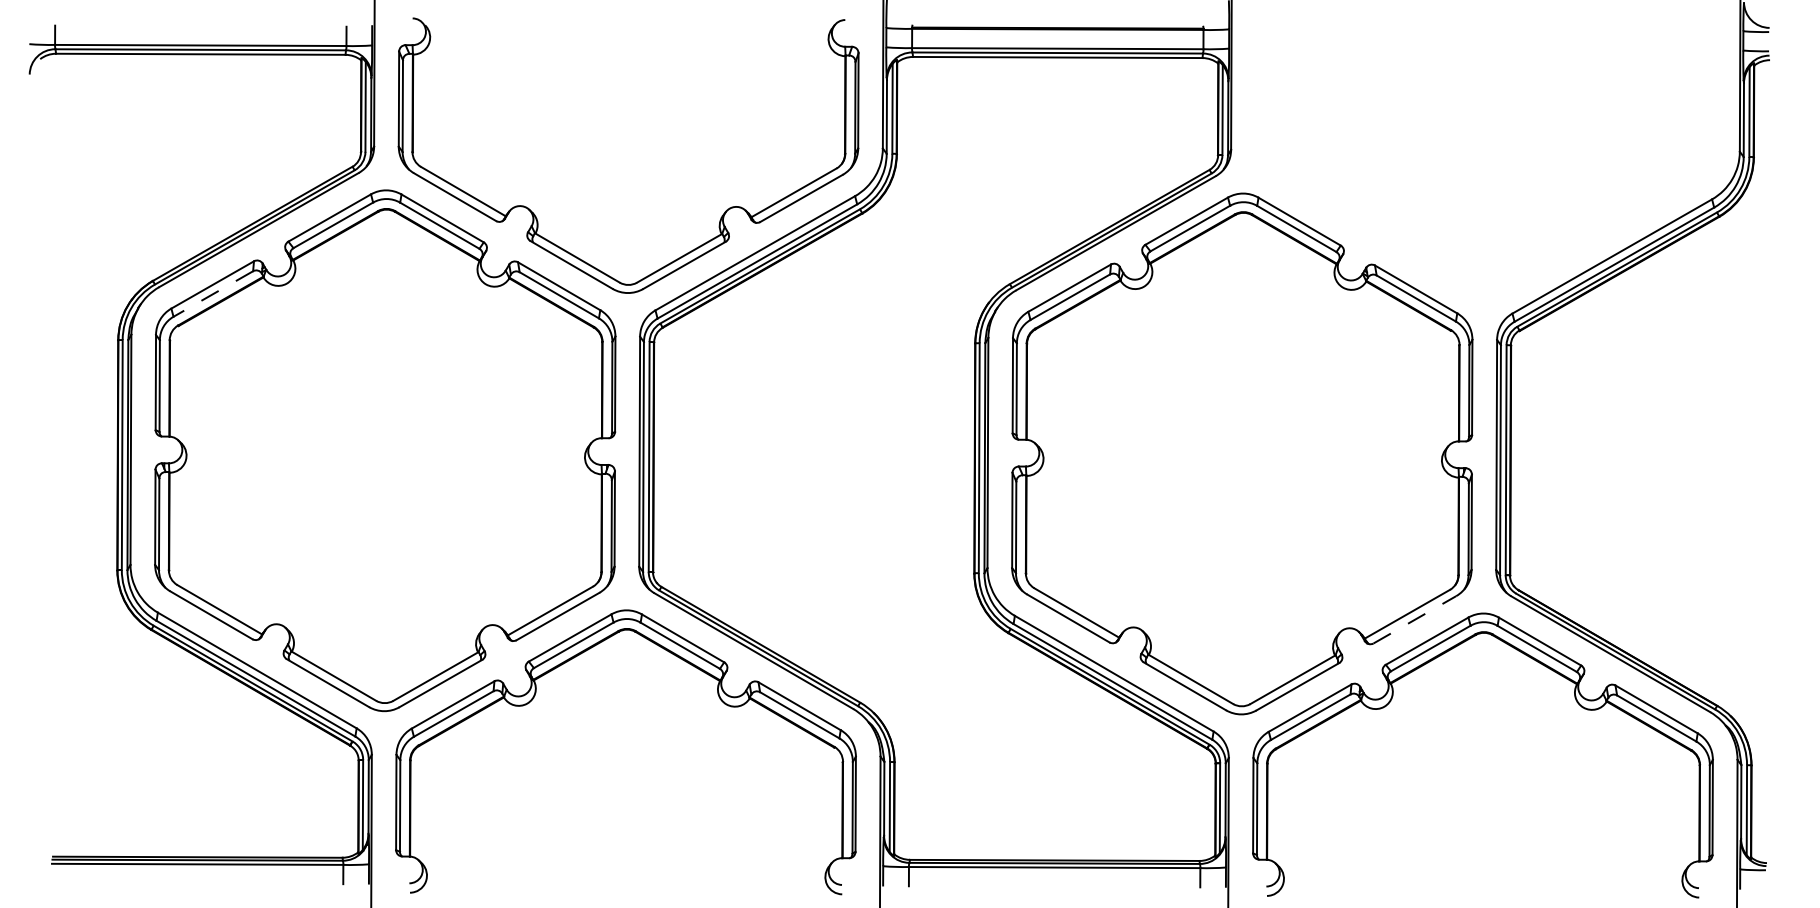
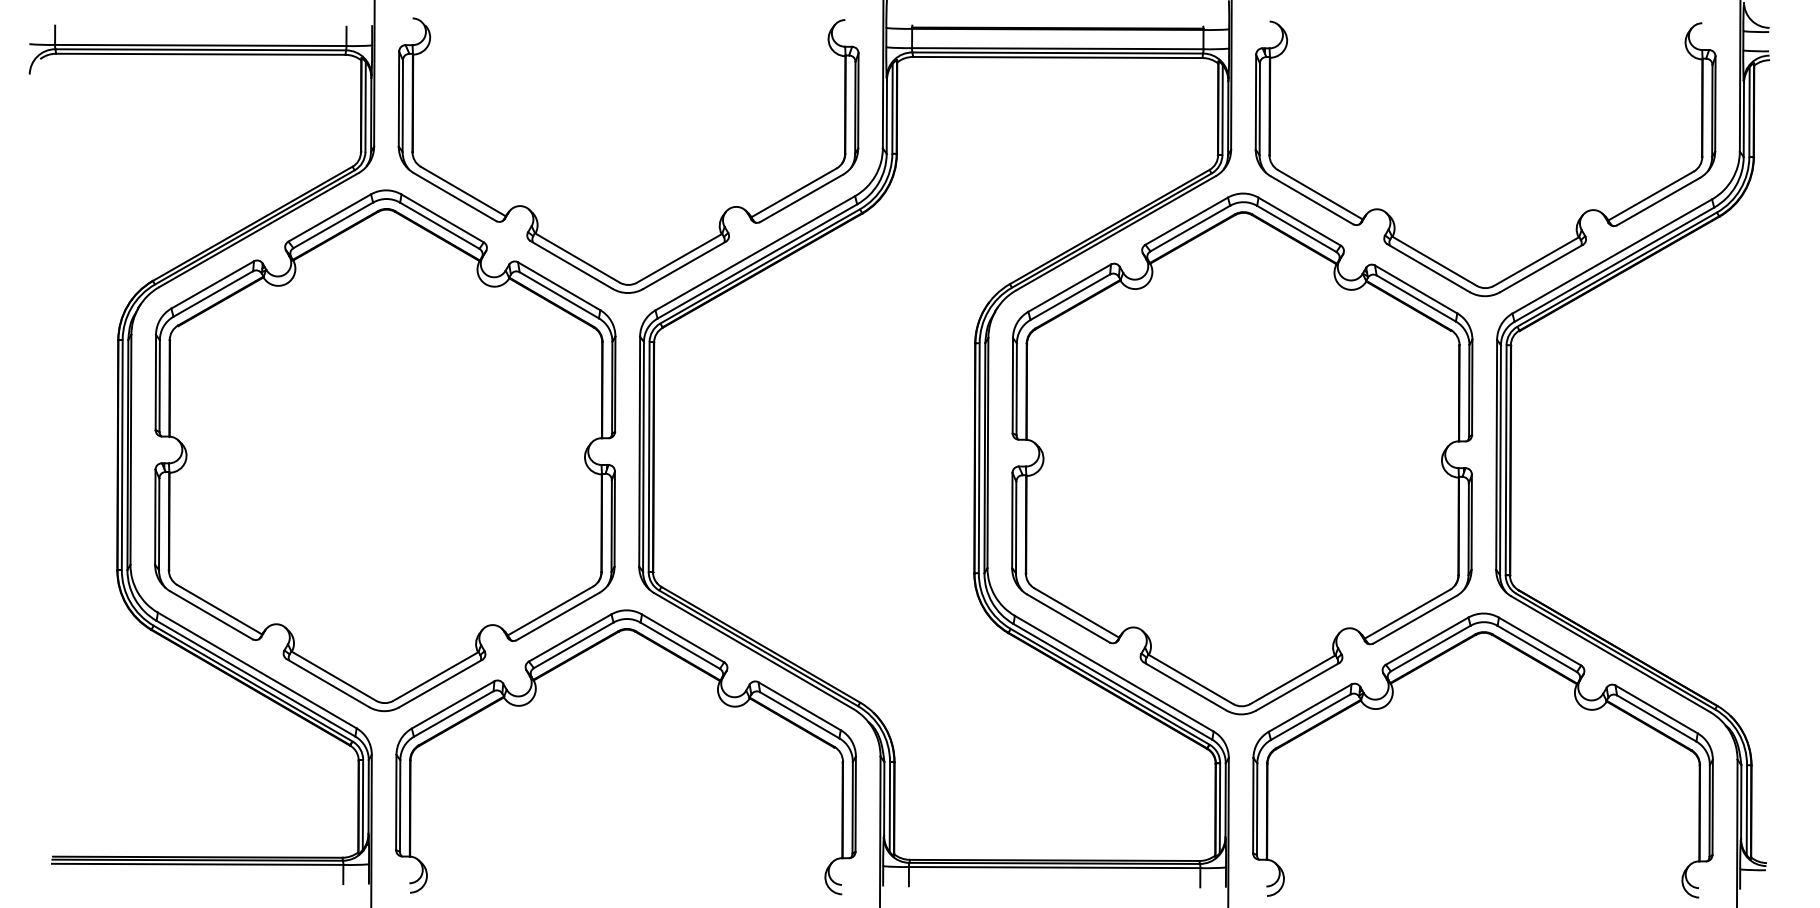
part at (1393, 219): none -> present
line at (213, 294): dashed -> solid
line at (1414, 619): dashed -> solid
